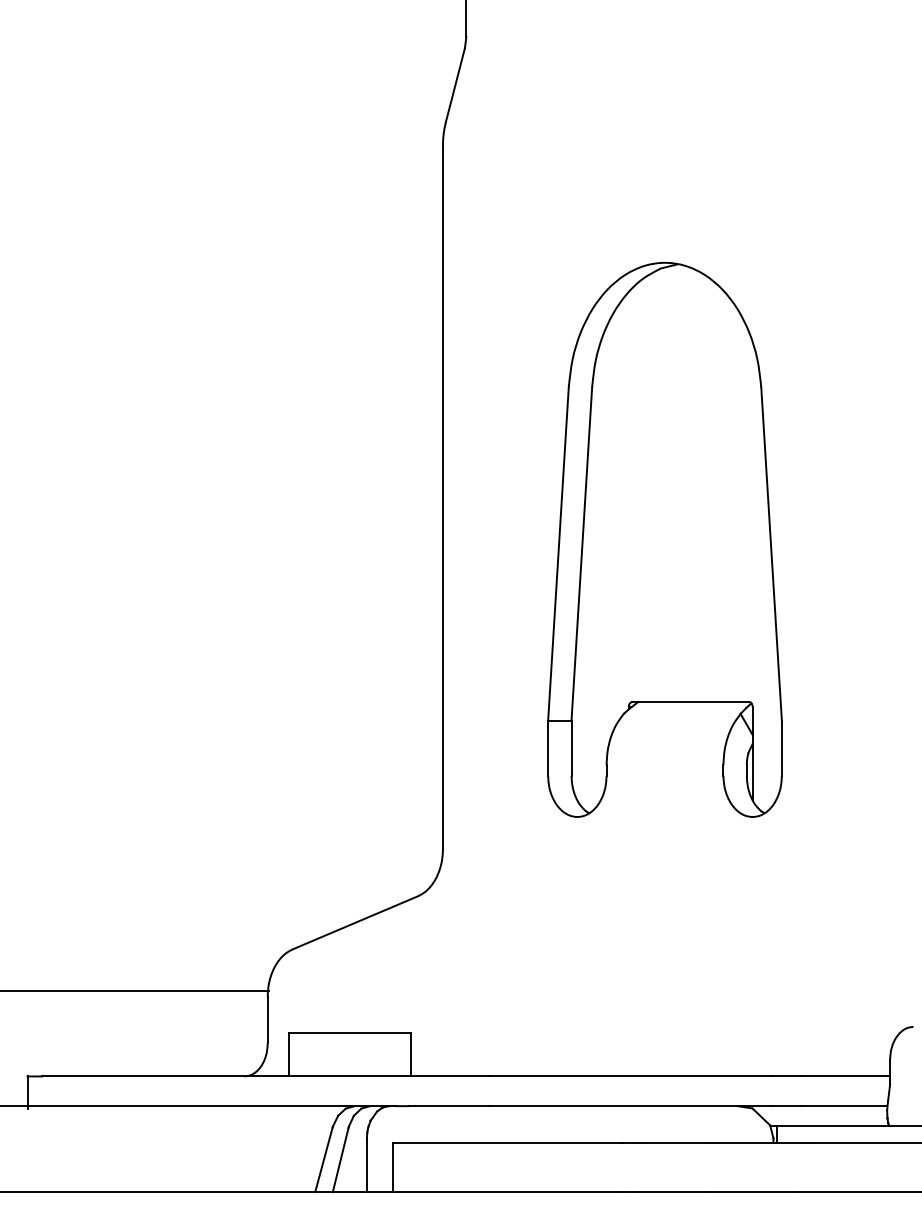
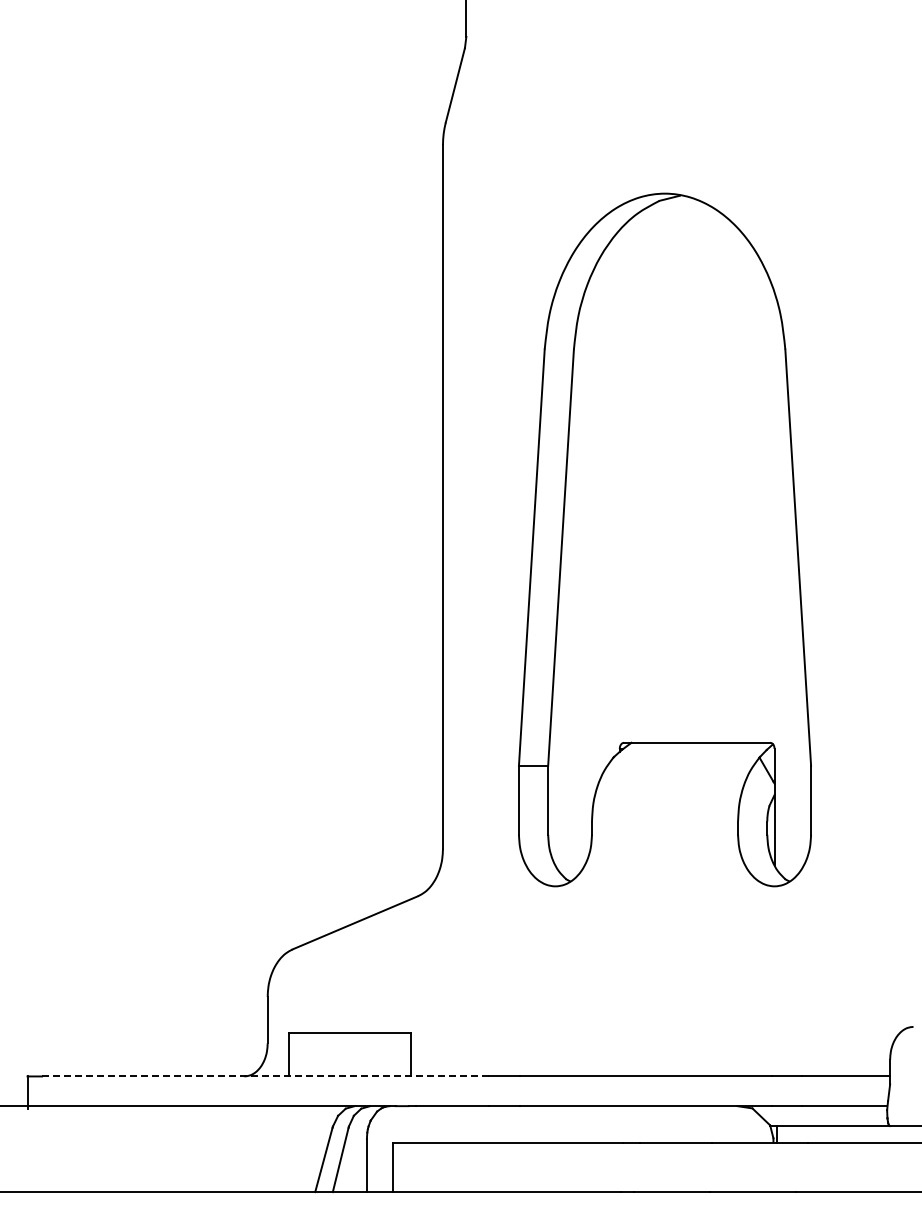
part at (664, 539) size: 236x557 px -> 294x696 px
line at (135, 990): present -> none
line at (266, 1076): solid -> dashed
